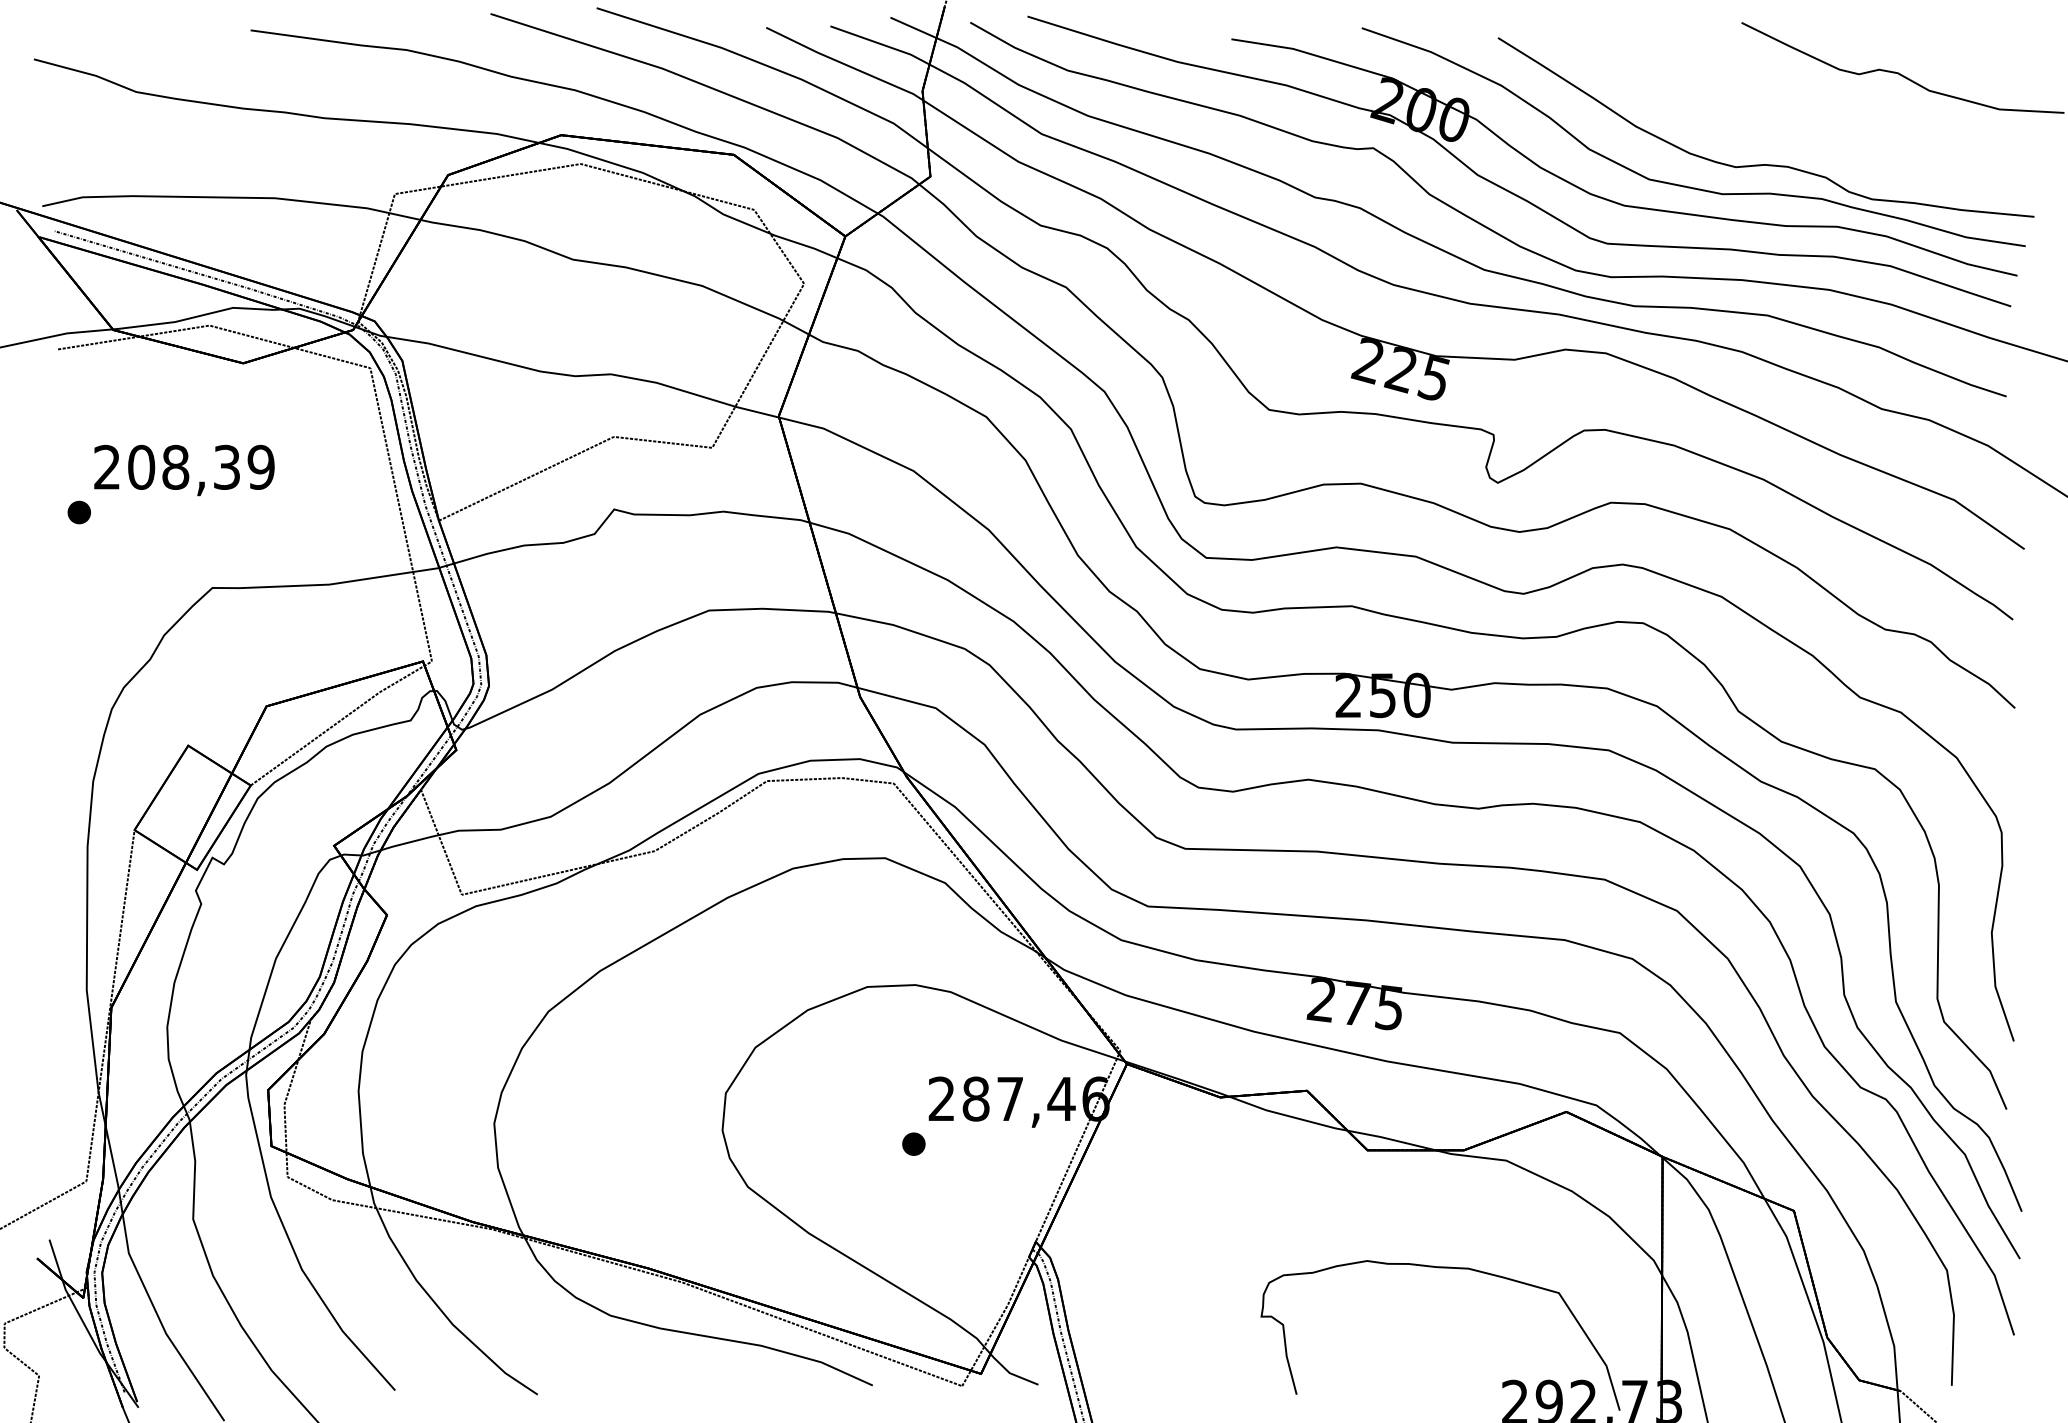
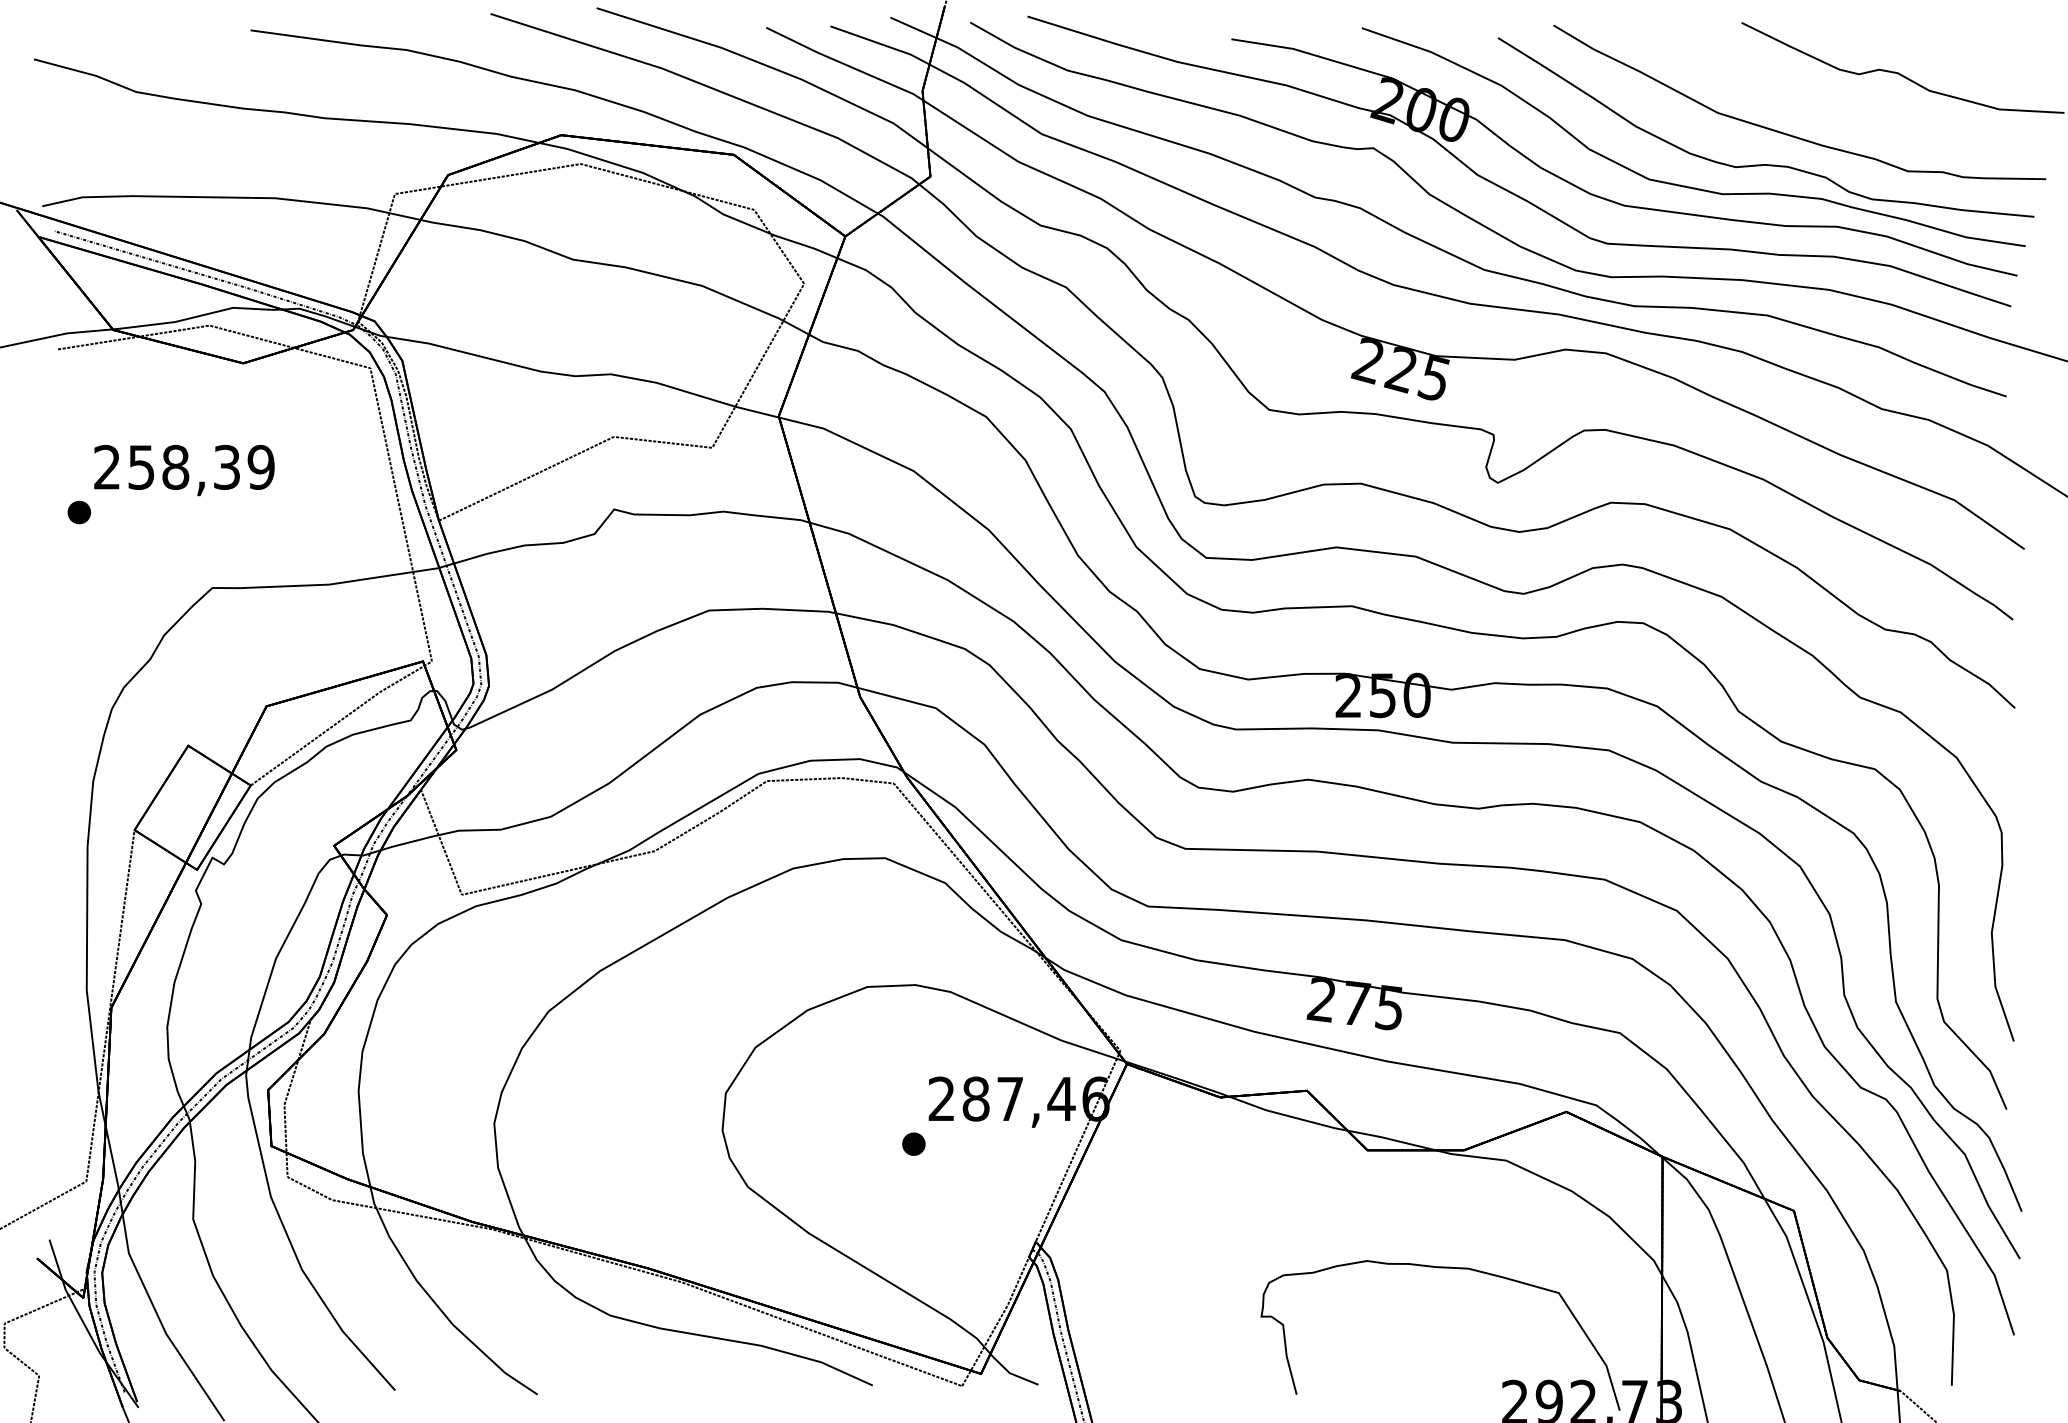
curve at (1787, 133): none -> present
text at (141, 466): 208,39 -> 258,39
